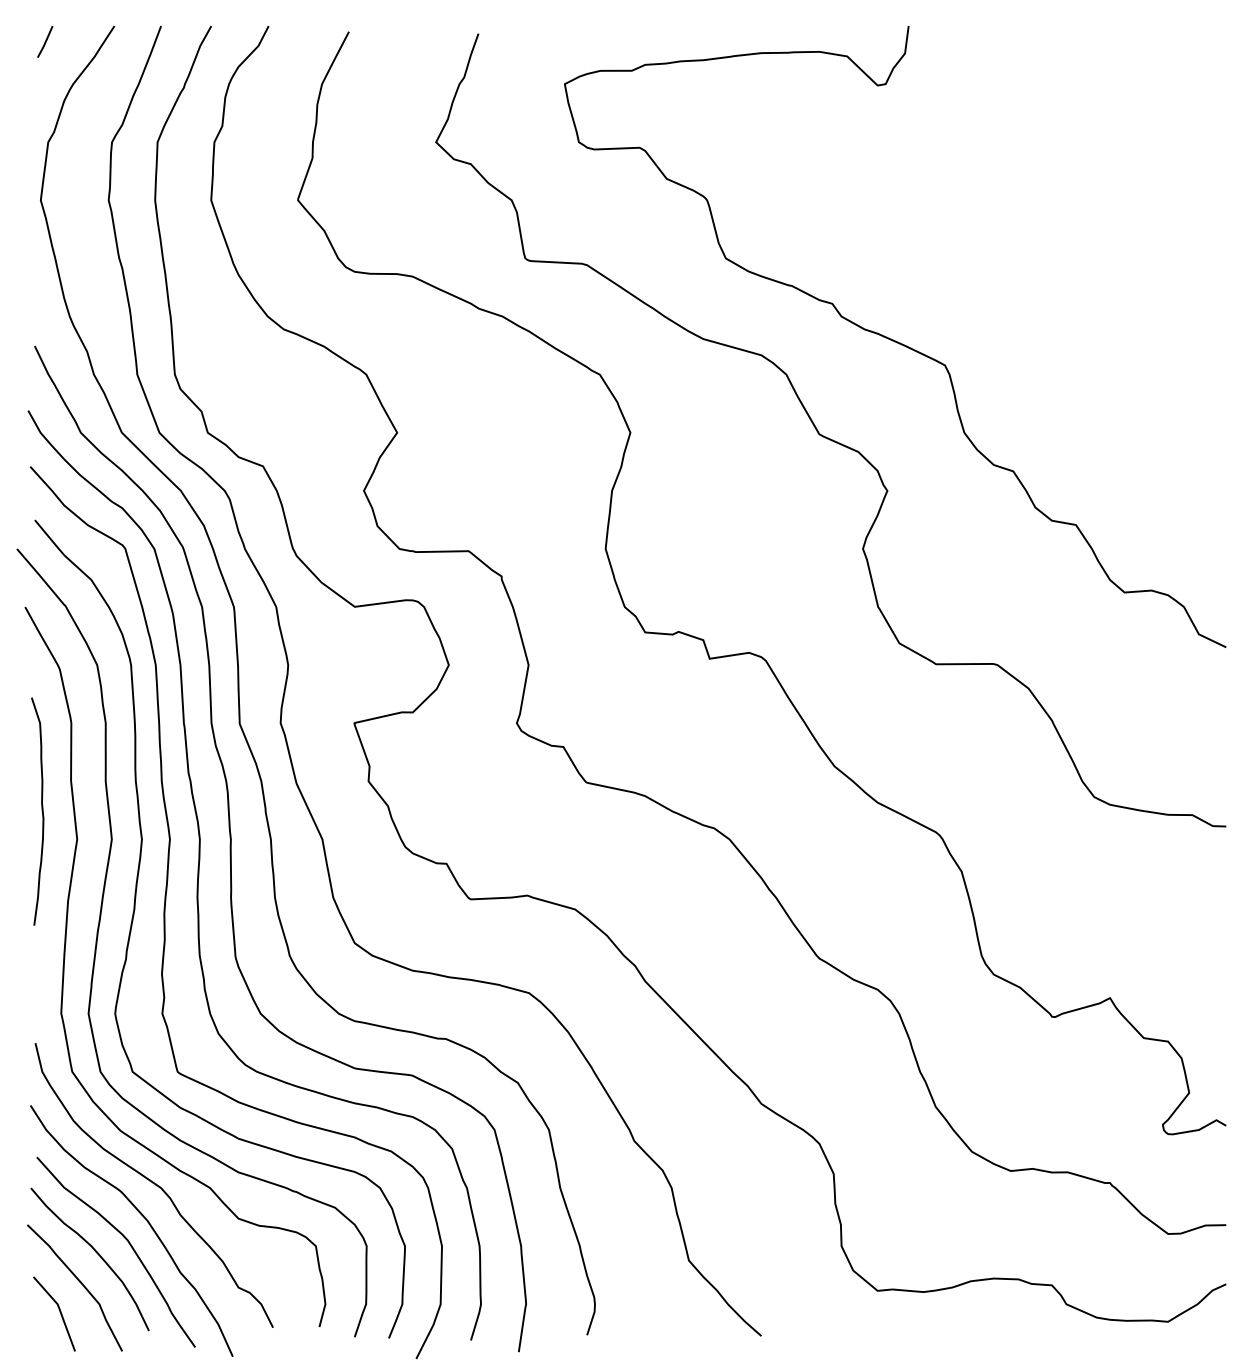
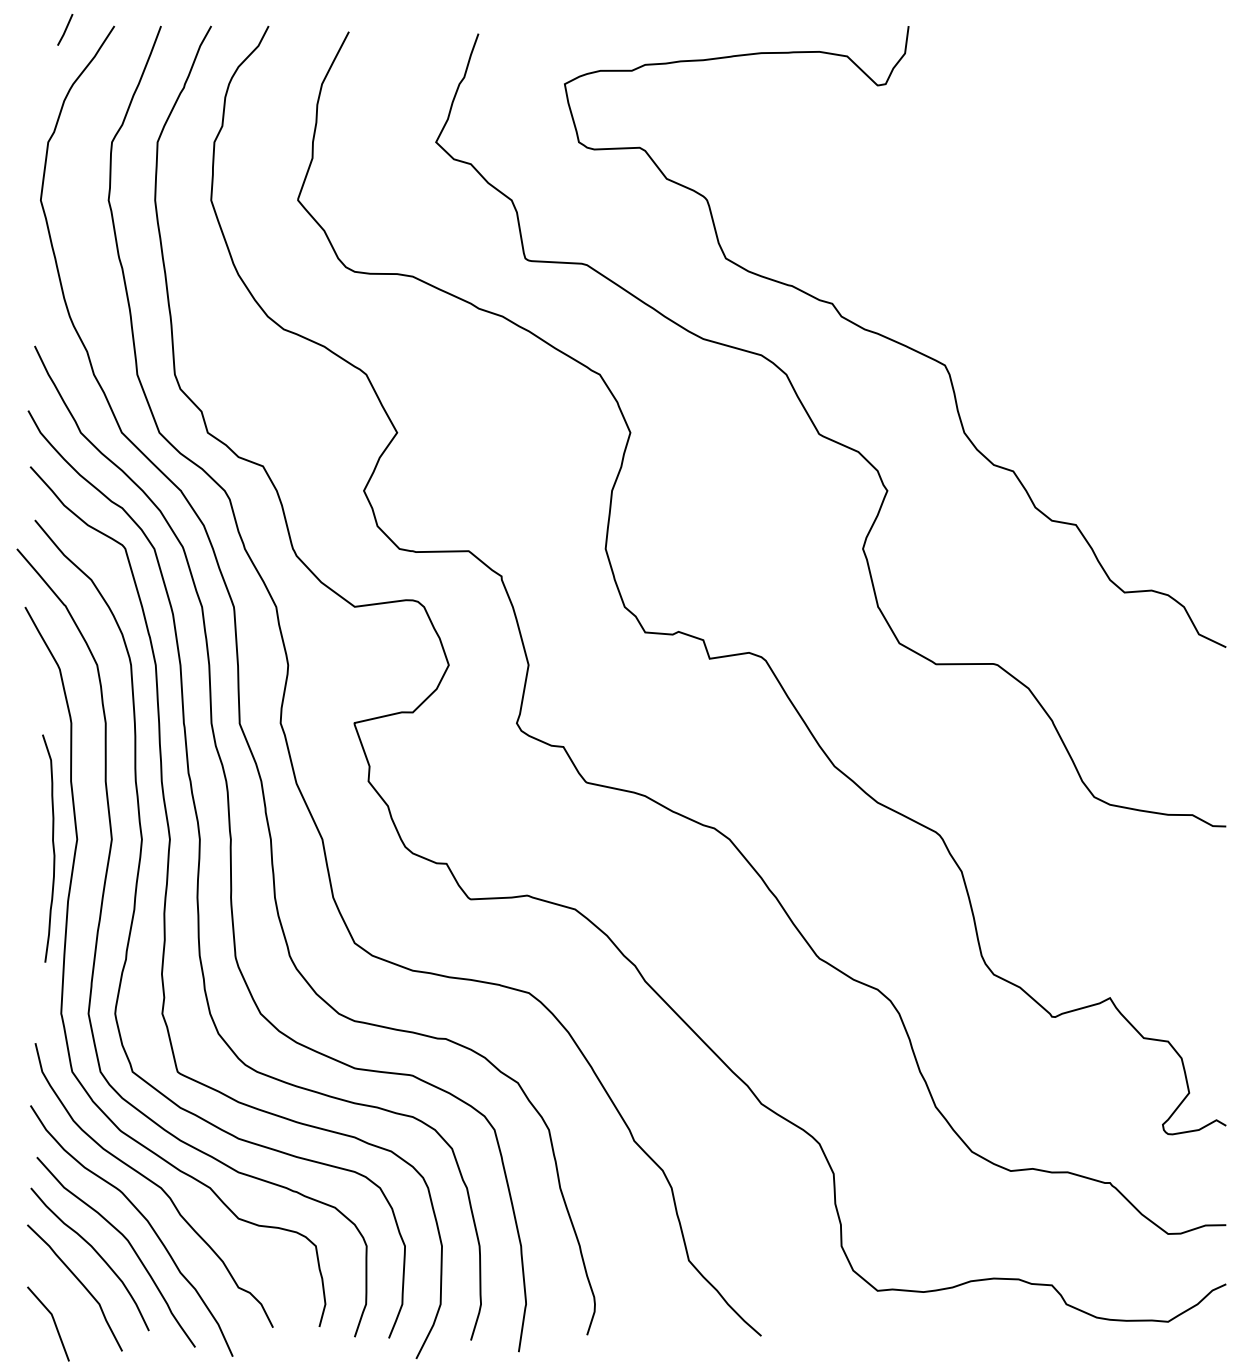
line at (45, 41) position: (45, 41) -> (65, 29)
curve at (41, 811) position: (41, 811) -> (52, 848)
line at (59, 1312) position: (59, 1312) -> (53, 1322)
